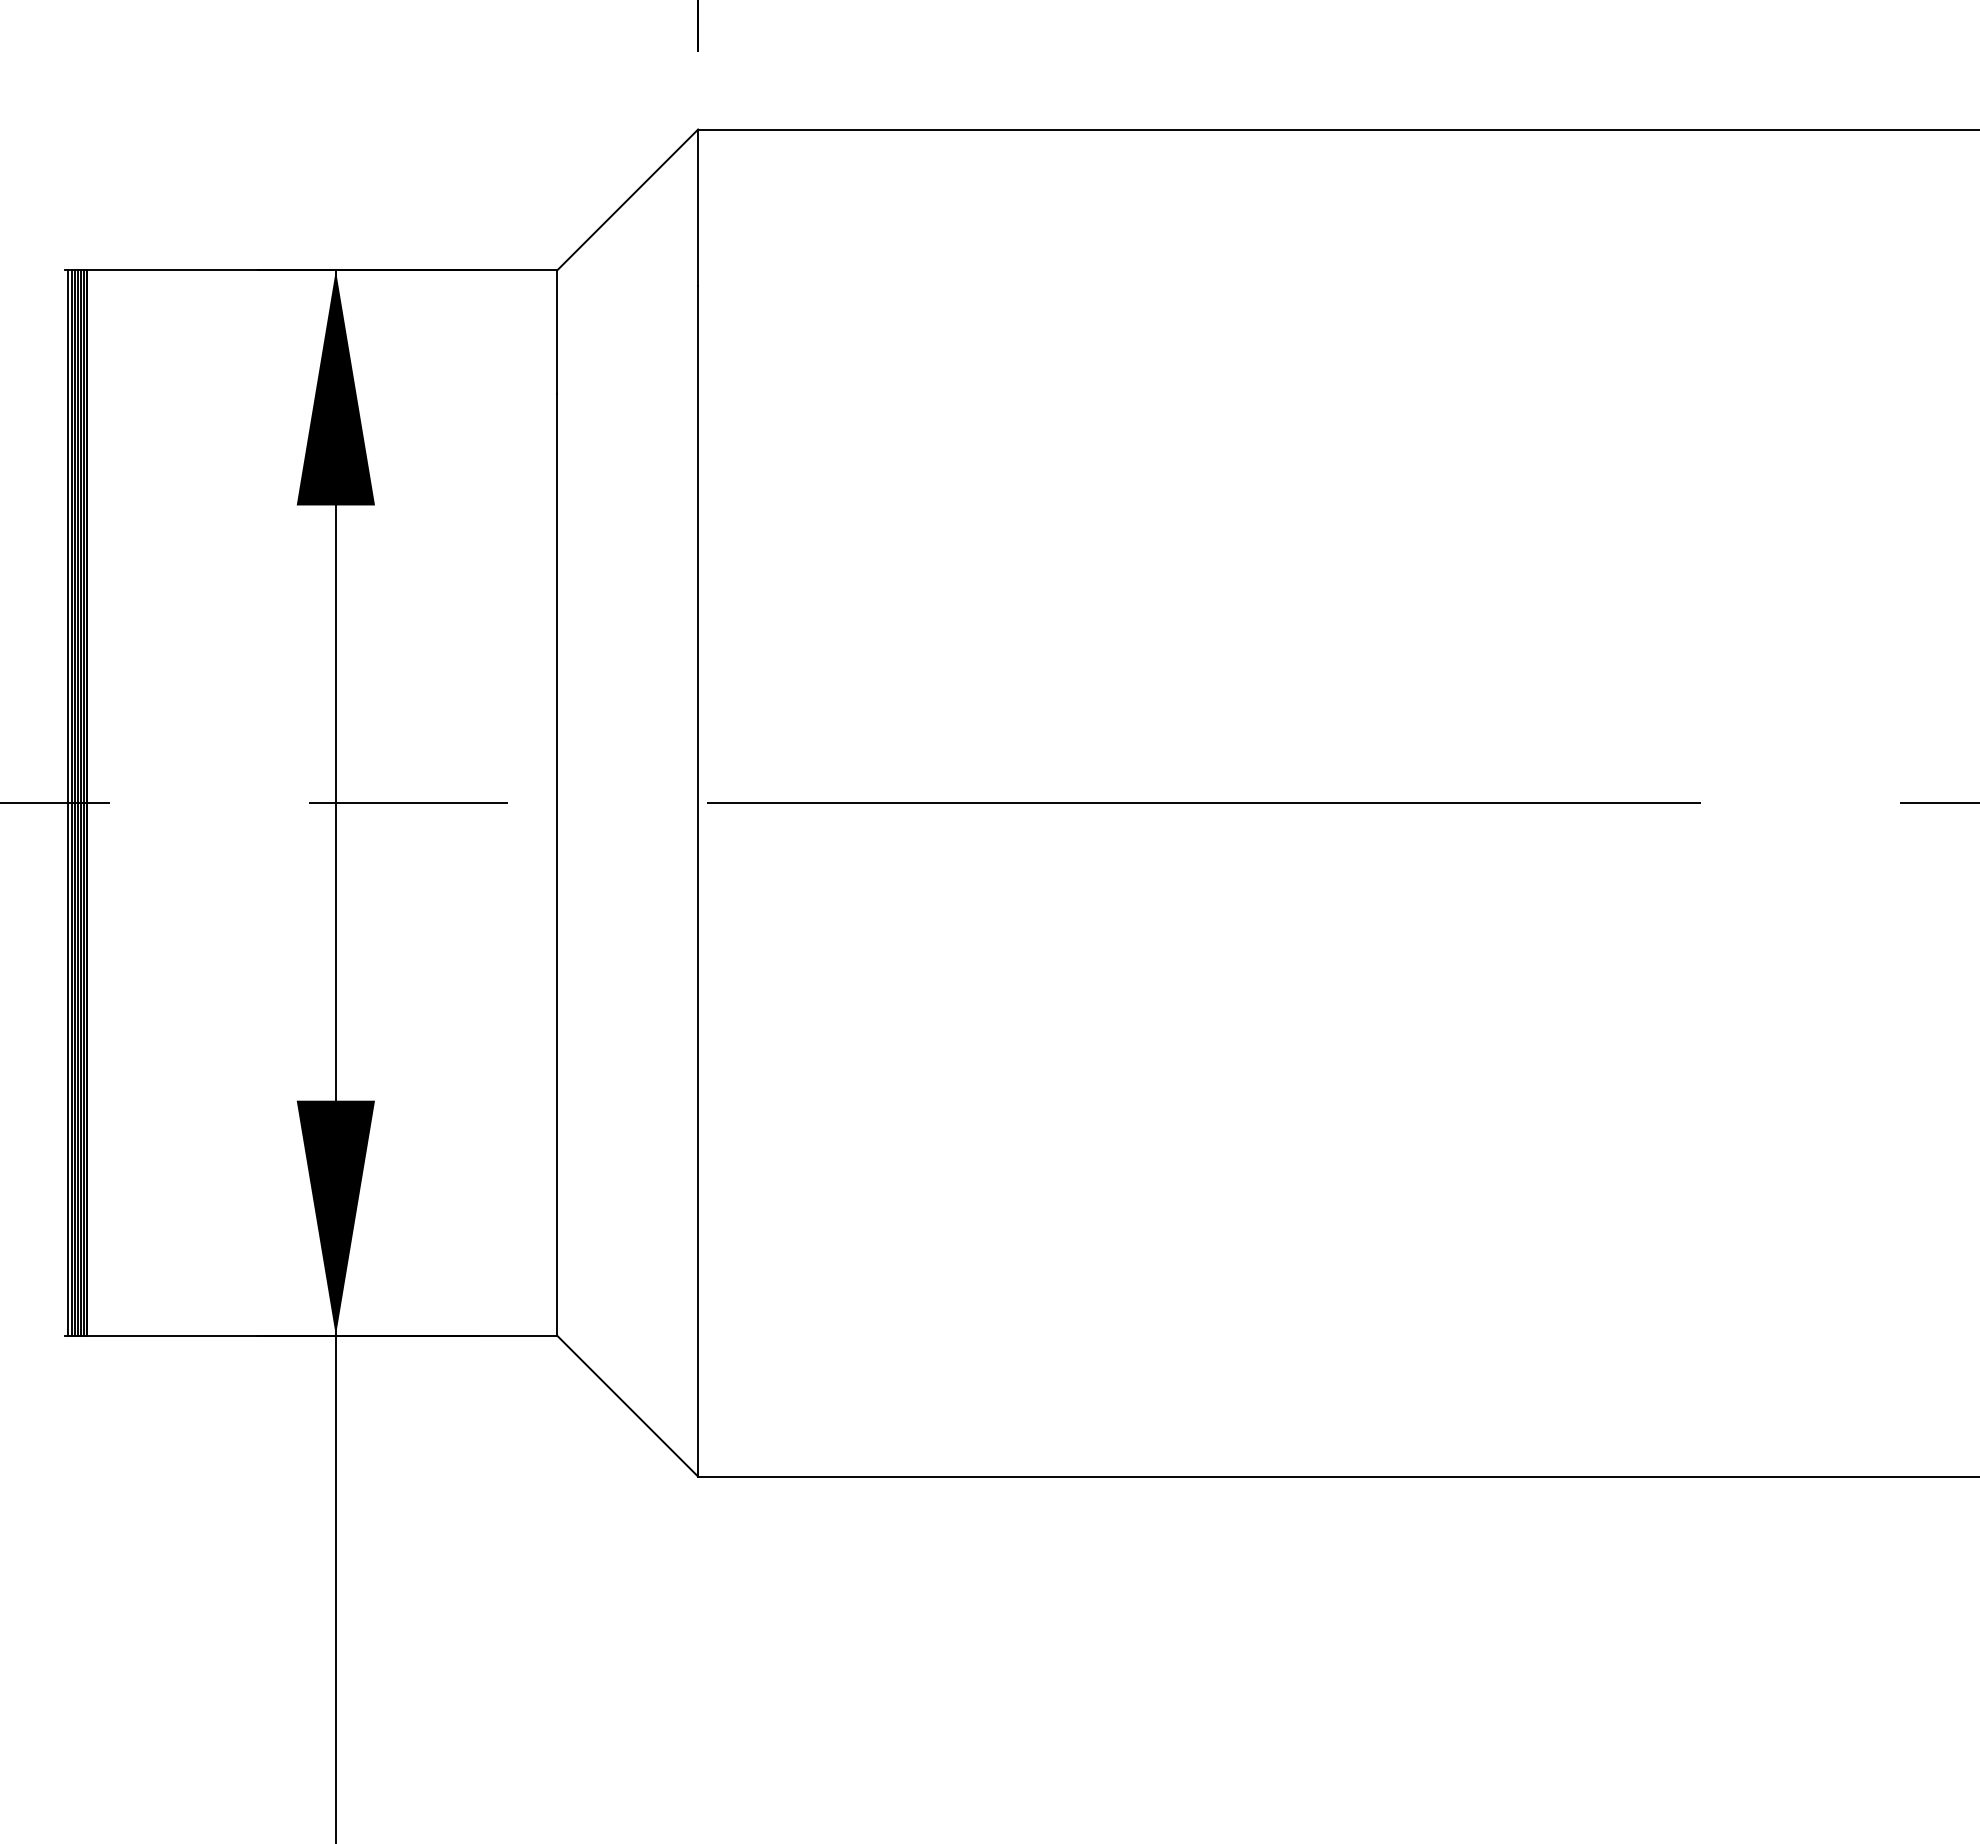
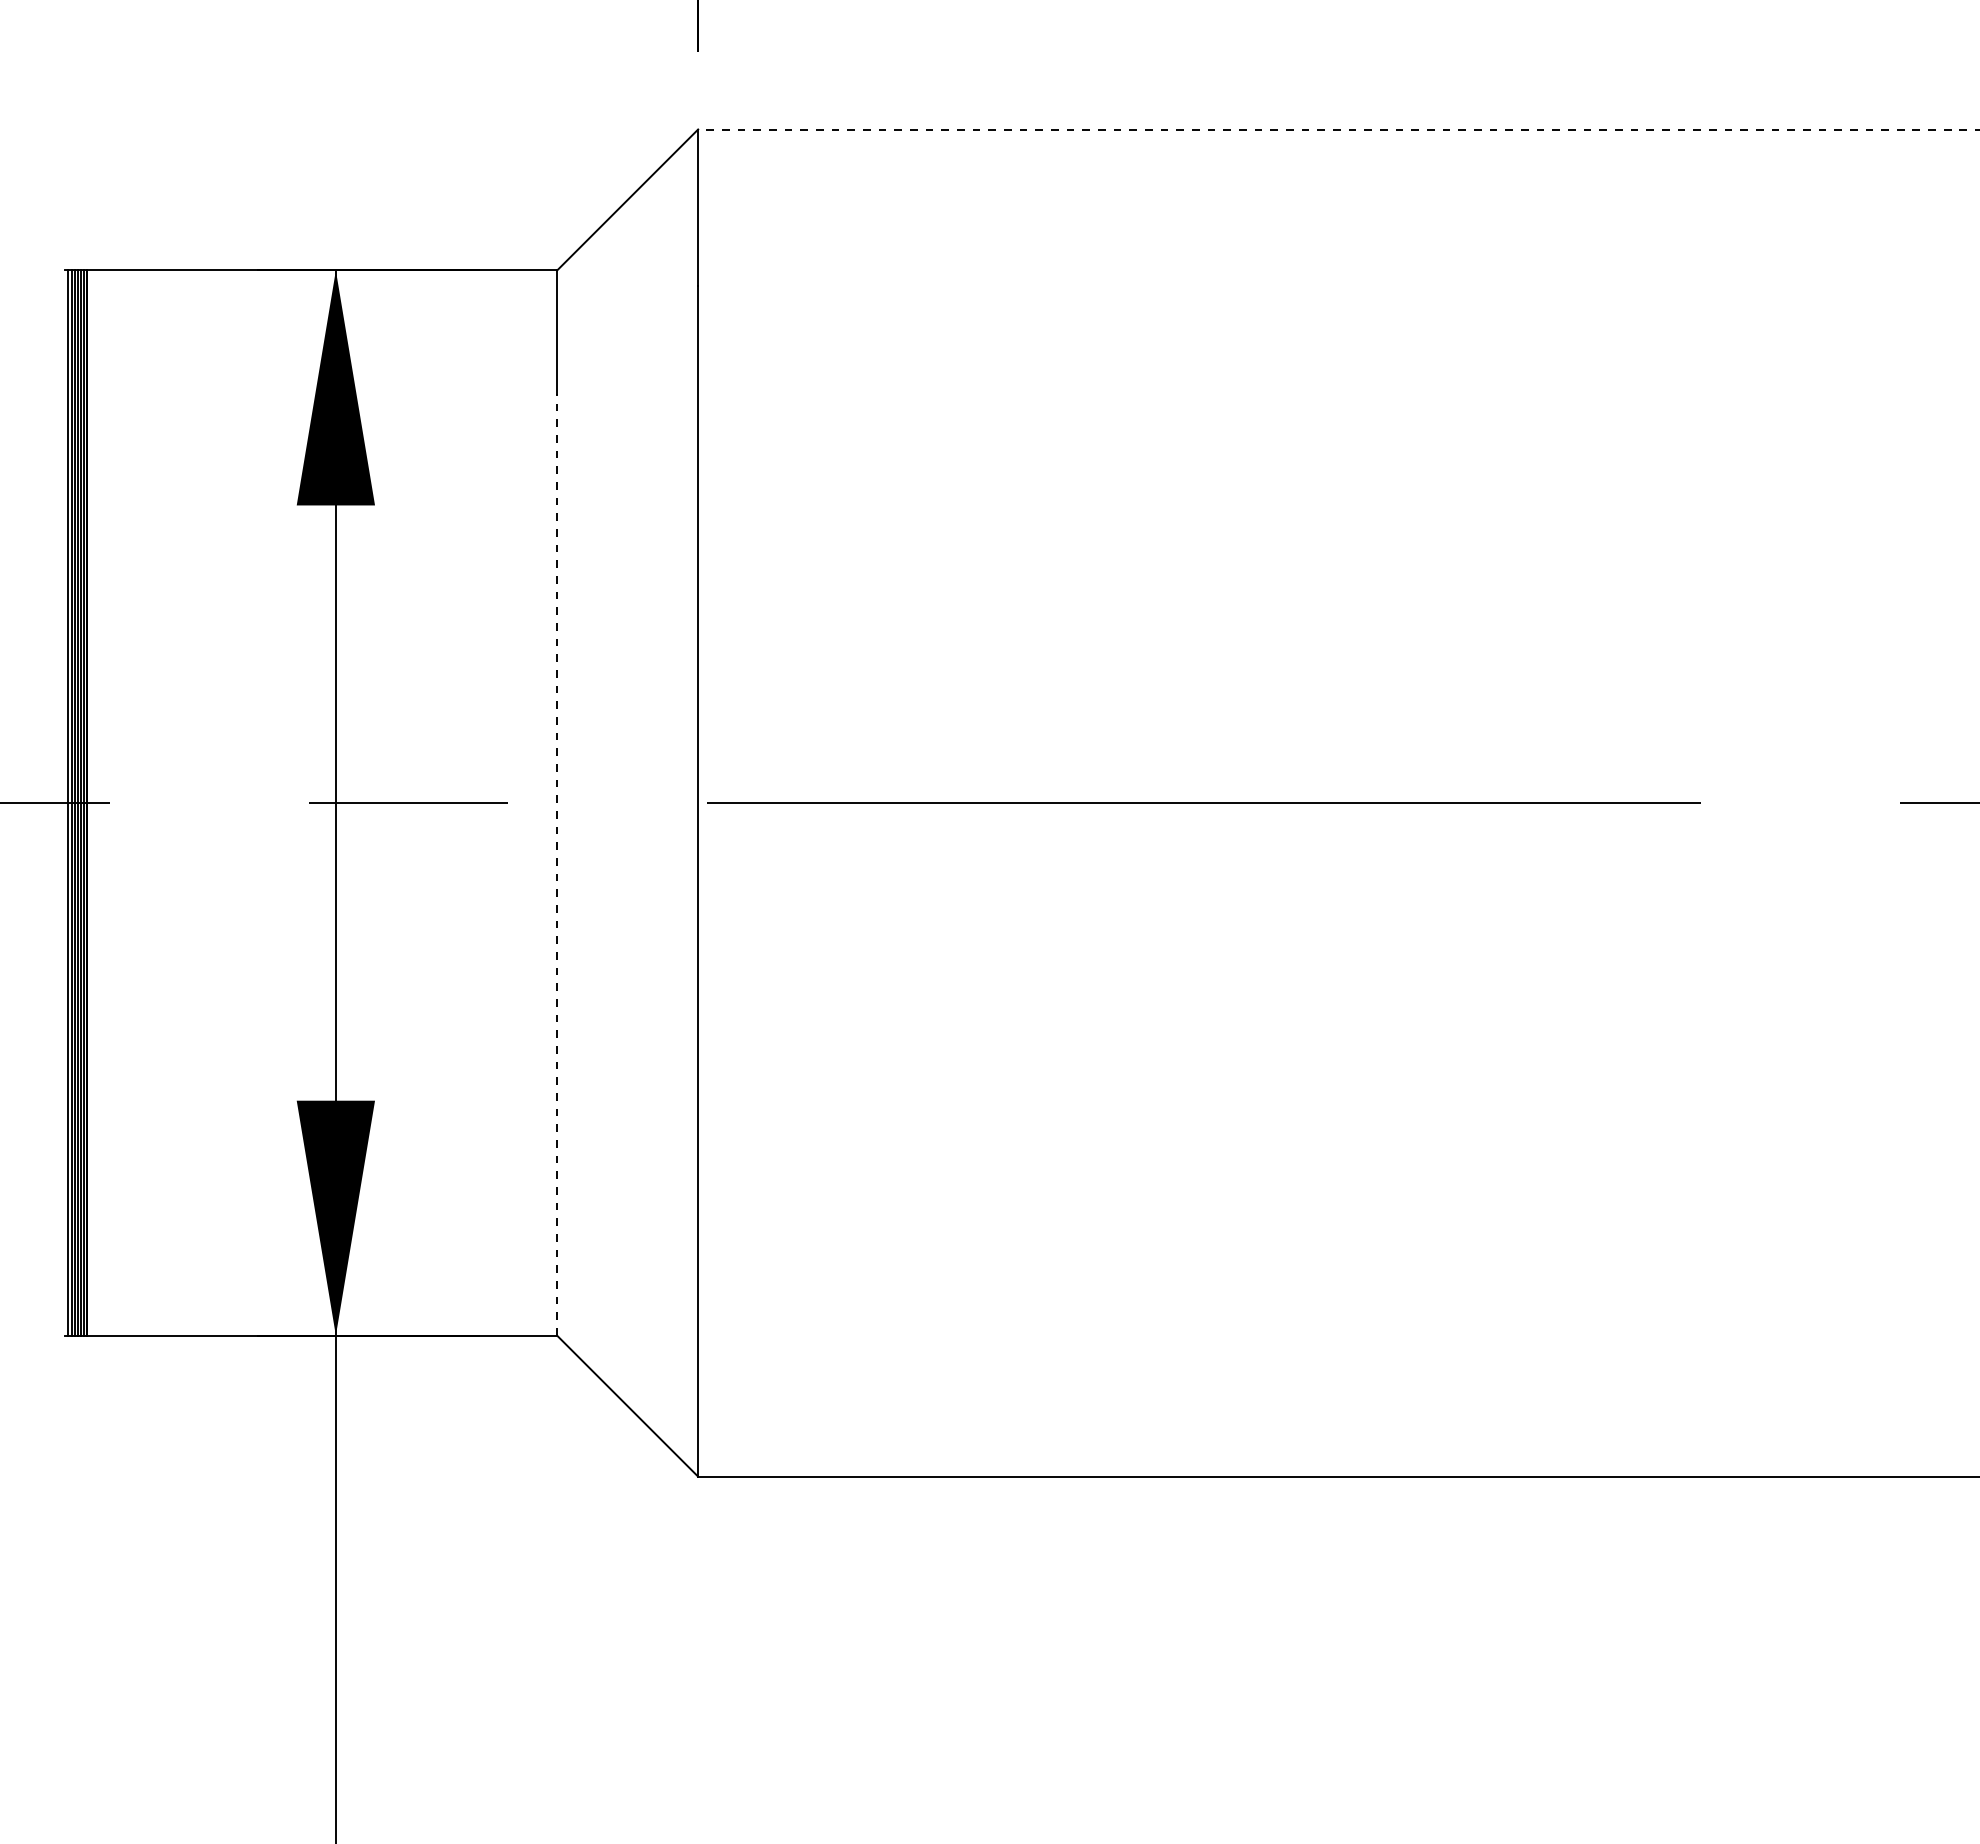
line at (1338, 129): solid -> dashed
line at (557, 865): solid -> dashed
